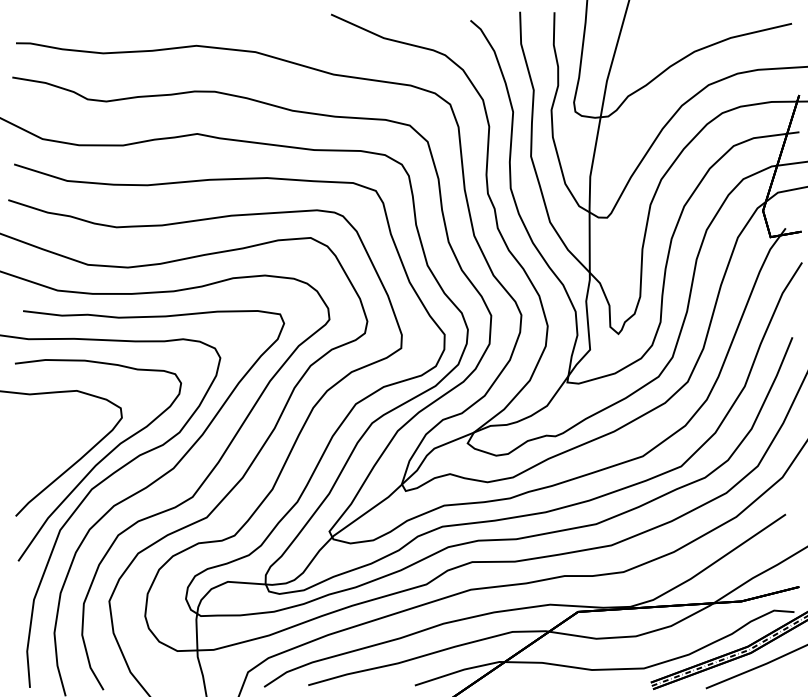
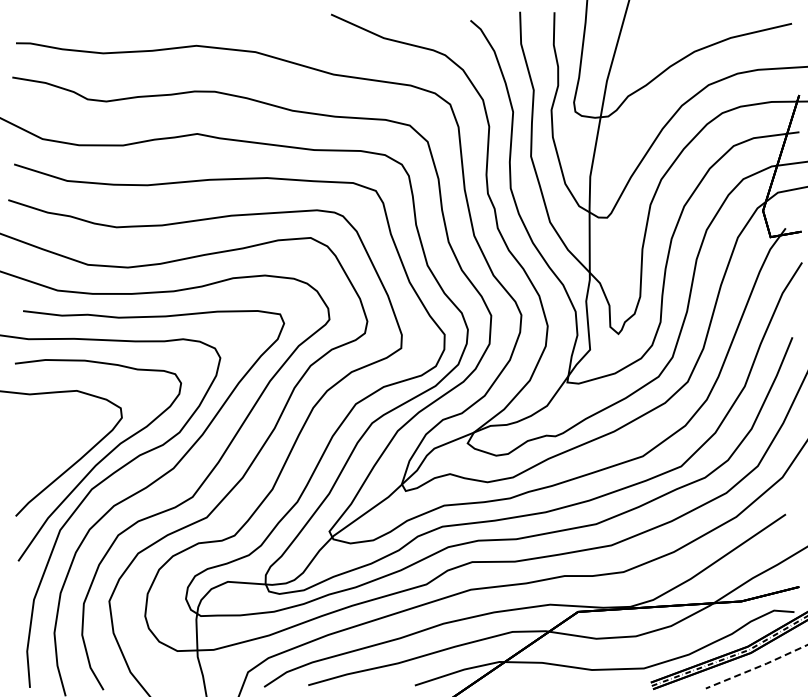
line at (757, 667): solid -> dashed
